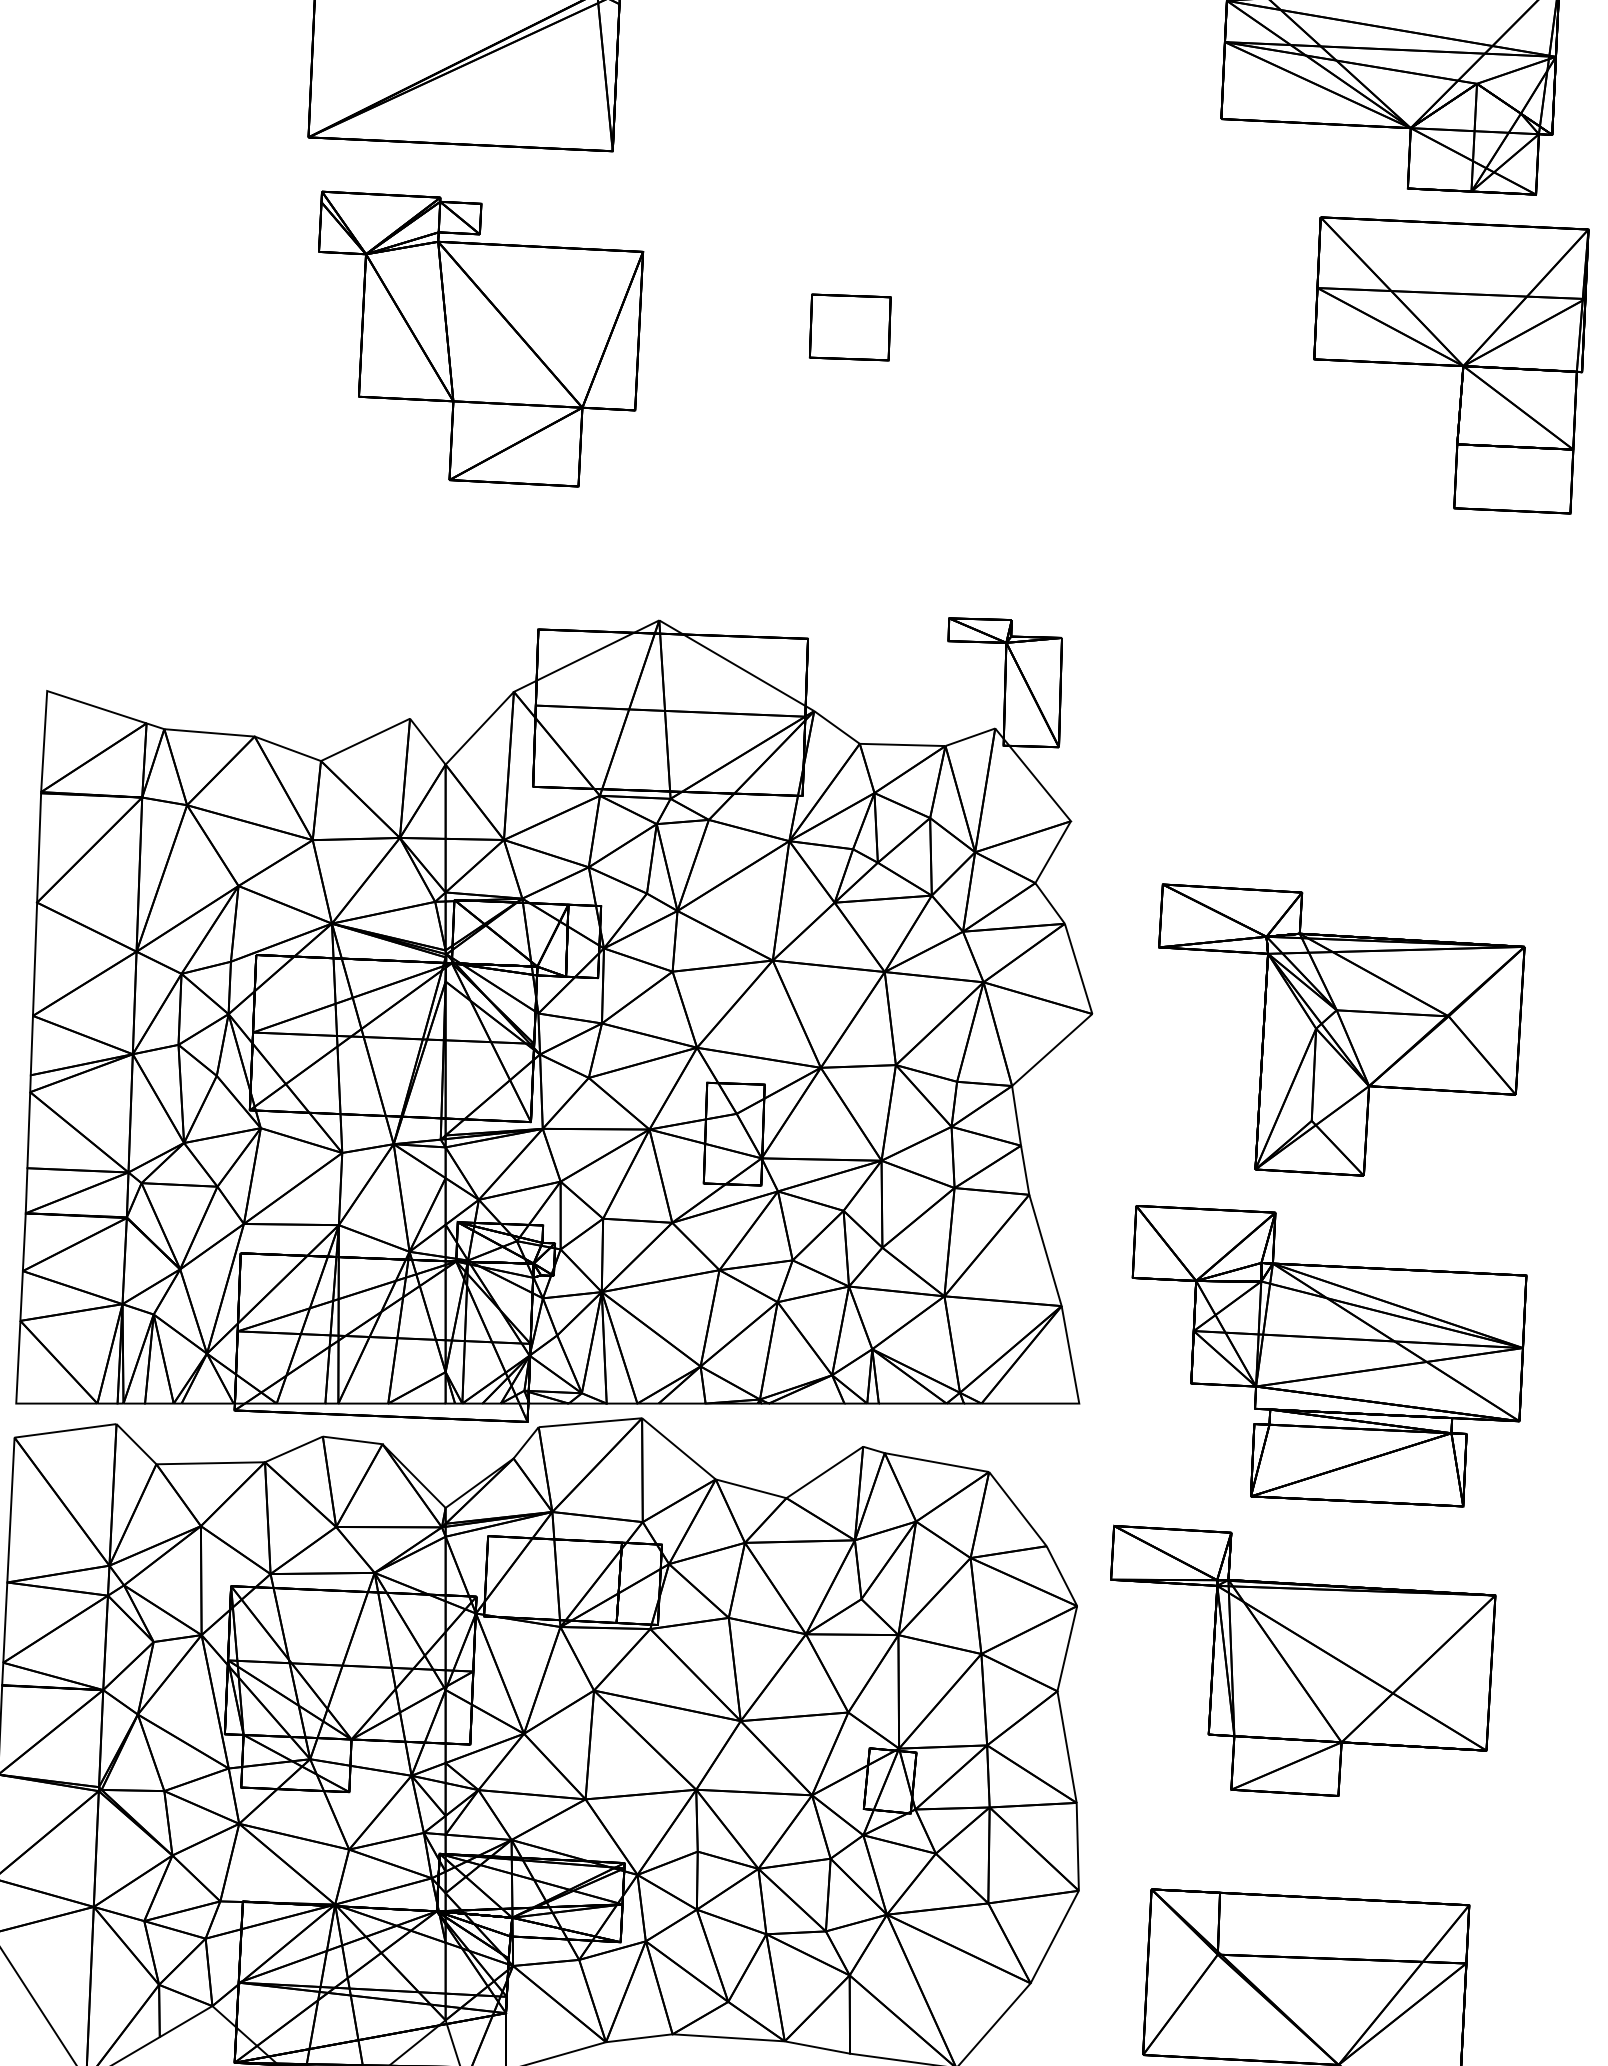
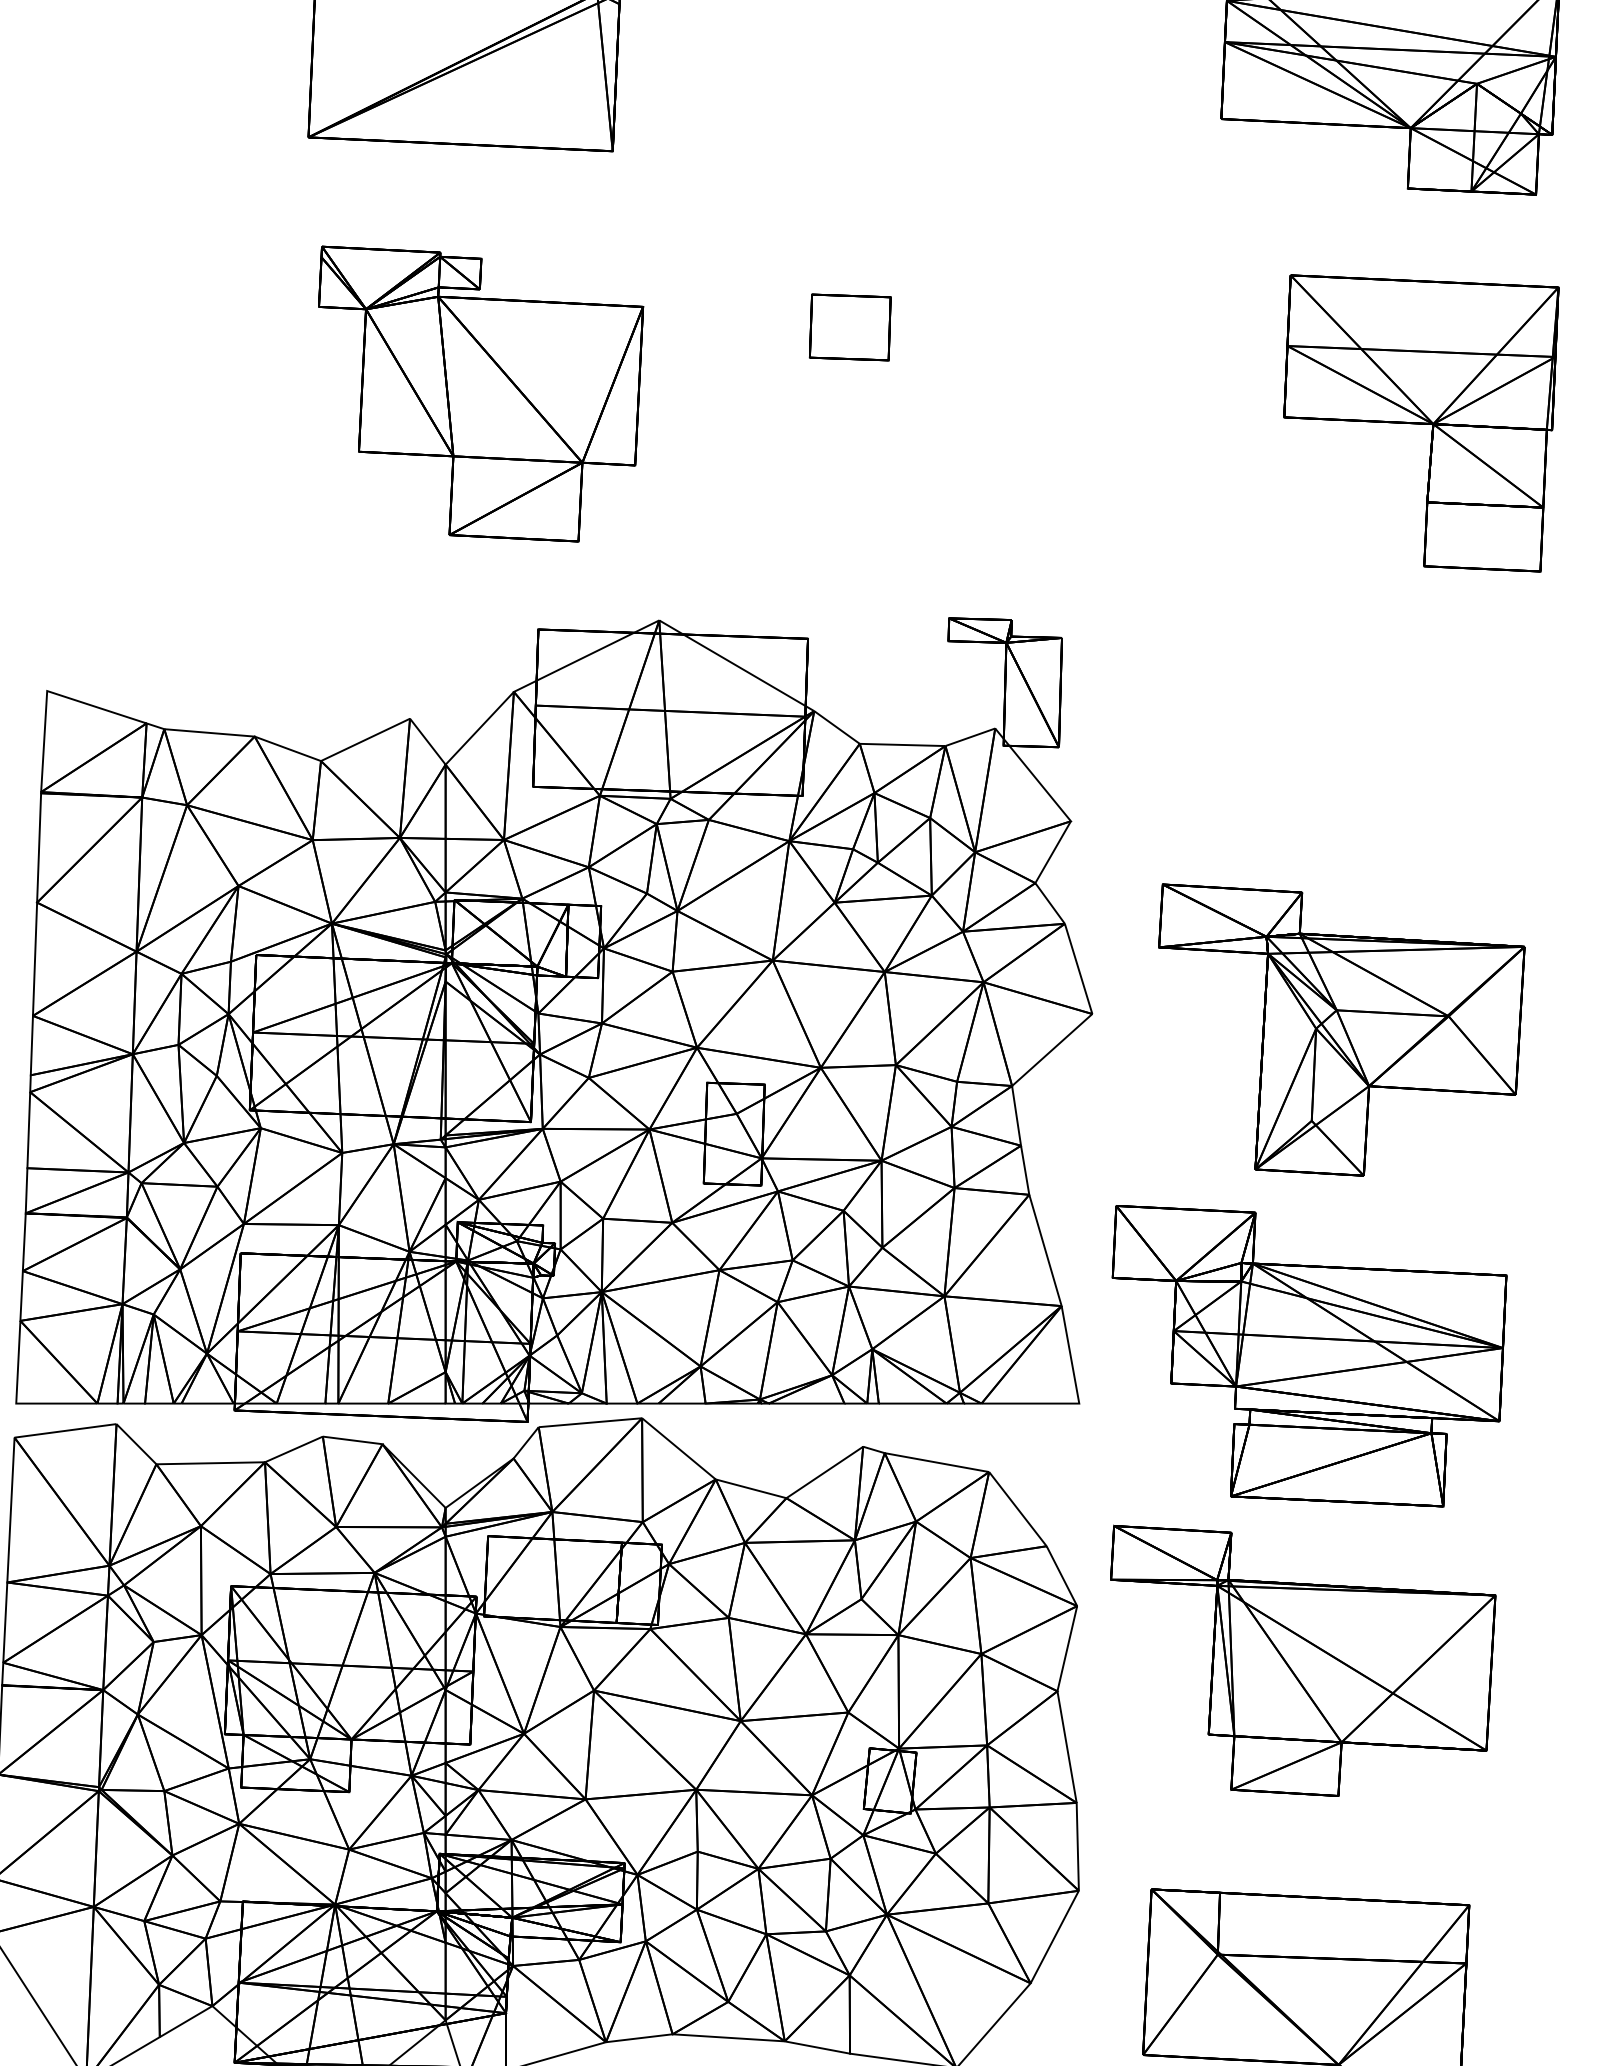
part at (481, 338) position: (481, 338) -> (481, 393)
part at (1451, 365) position: (1451, 365) -> (1421, 423)
part at (1329, 1356) position: (1329, 1356) -> (1309, 1356)
